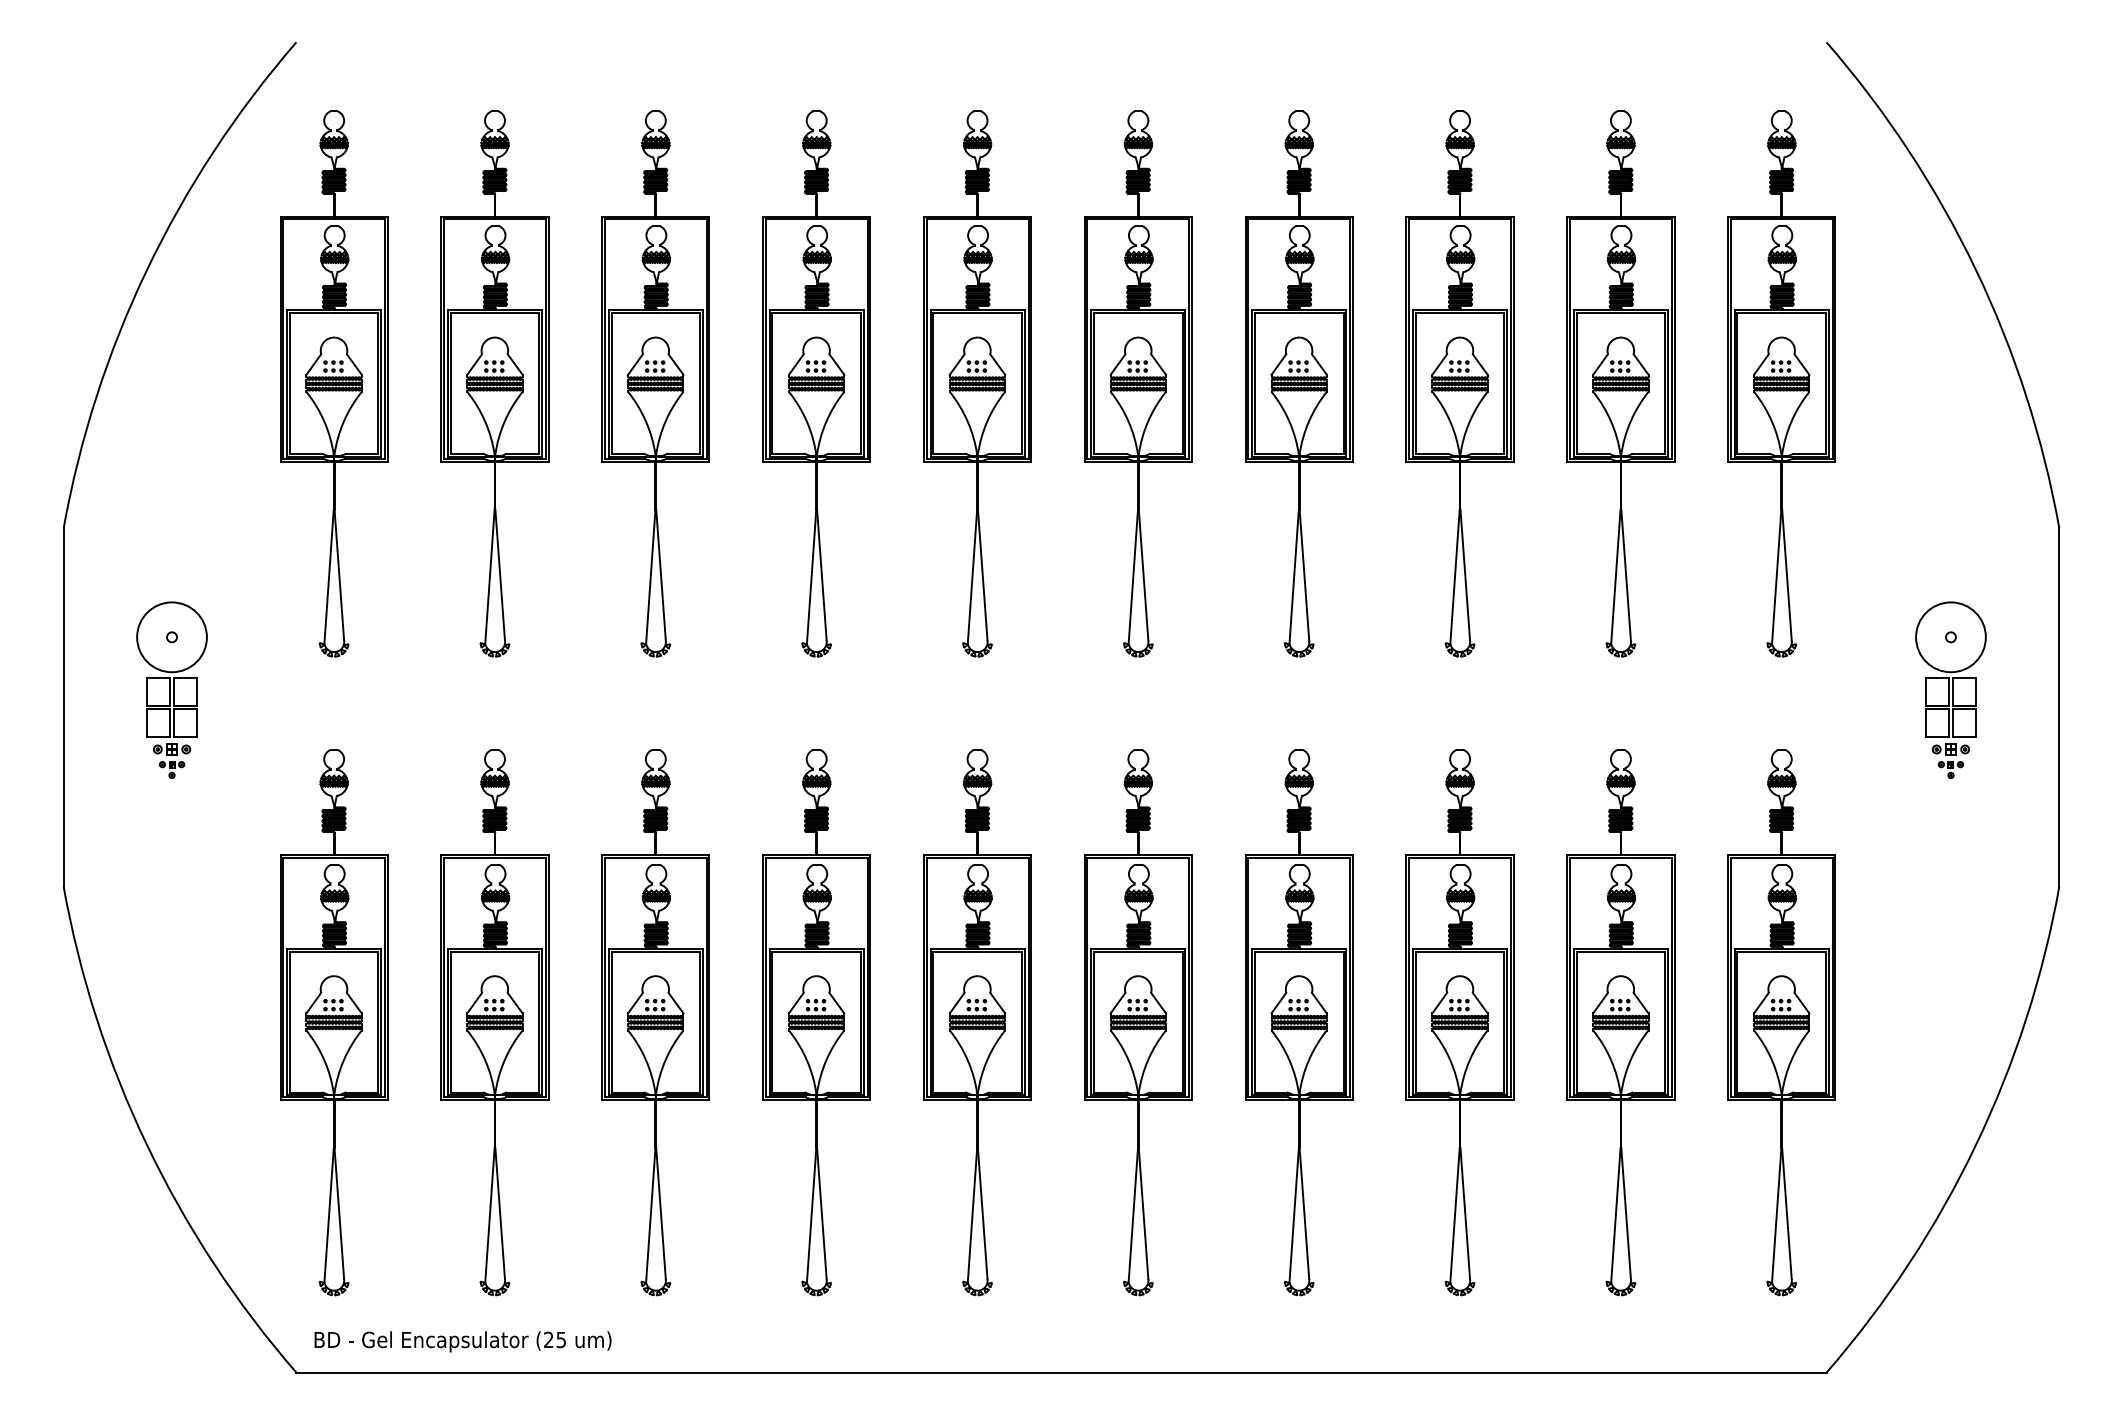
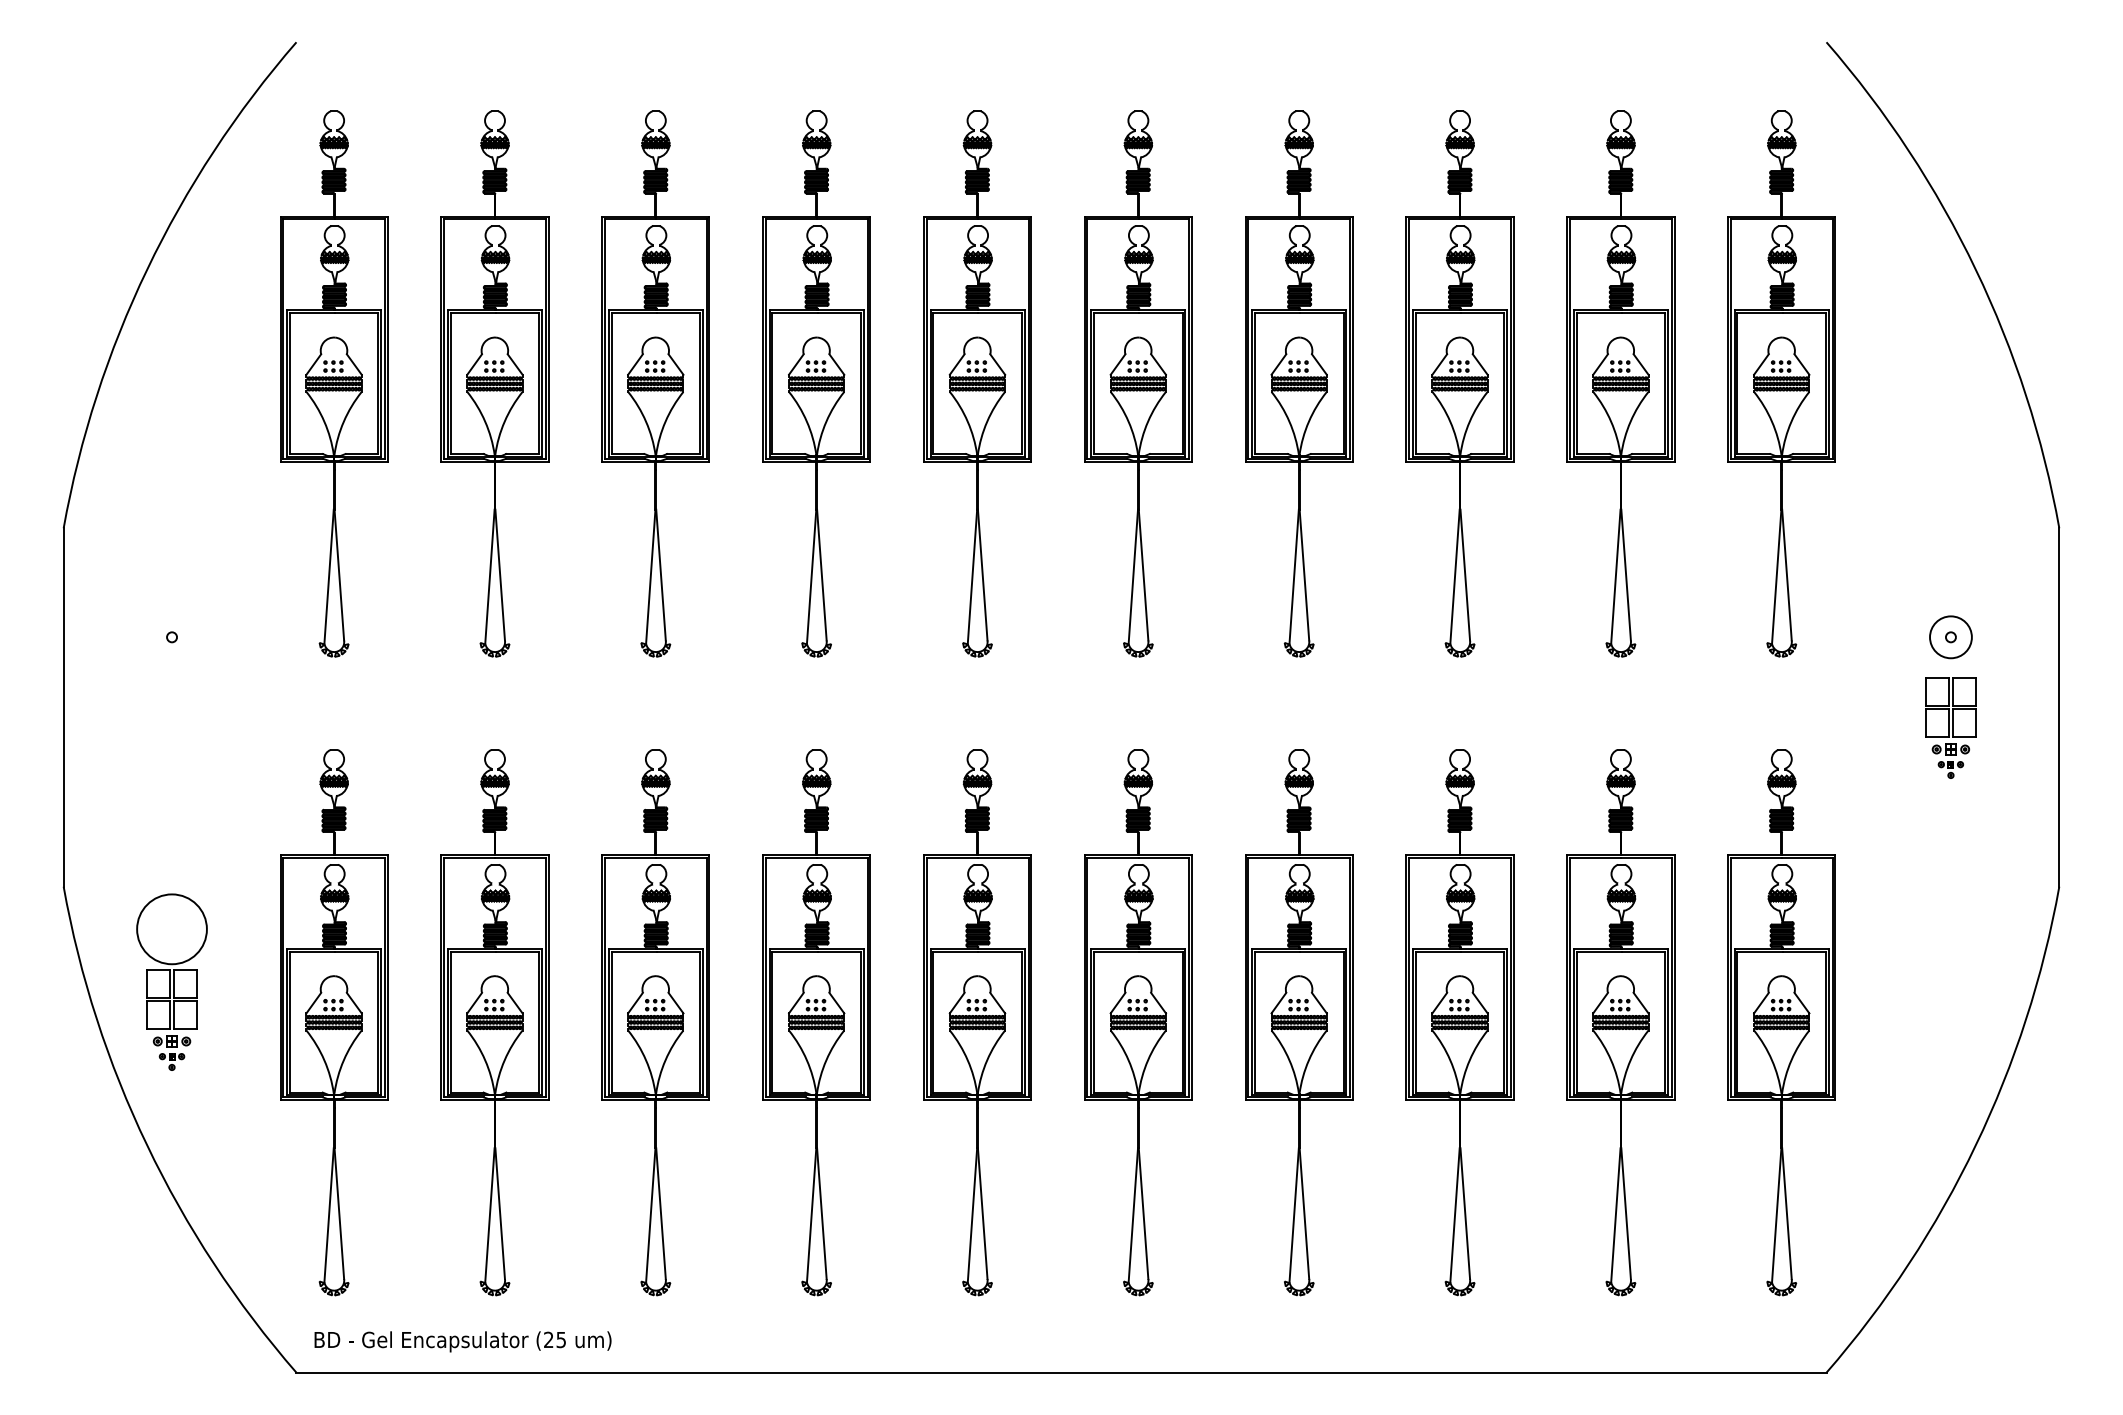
circle at (1950, 637) diameter: 70 px -> 42 px
part at (171, 689) position: (171, 689) -> (171, 981)
